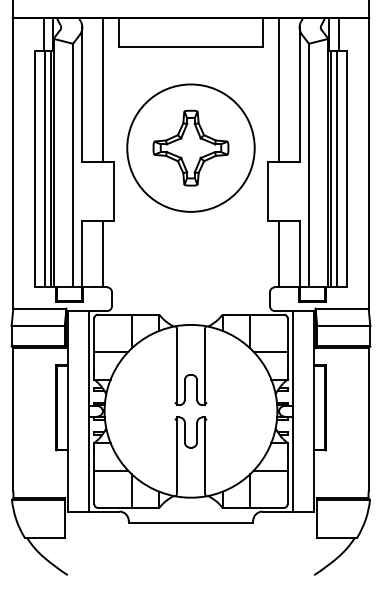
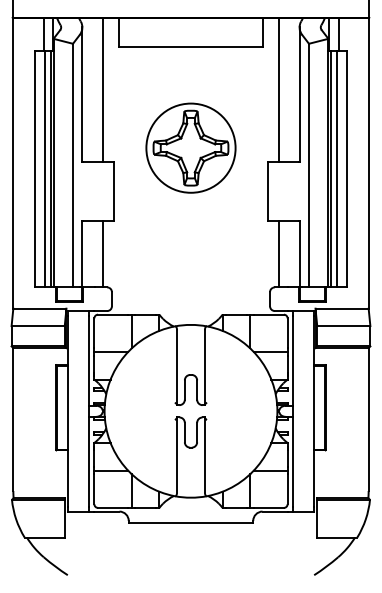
circle at (190, 147) diameter: 127 px -> 89 px
